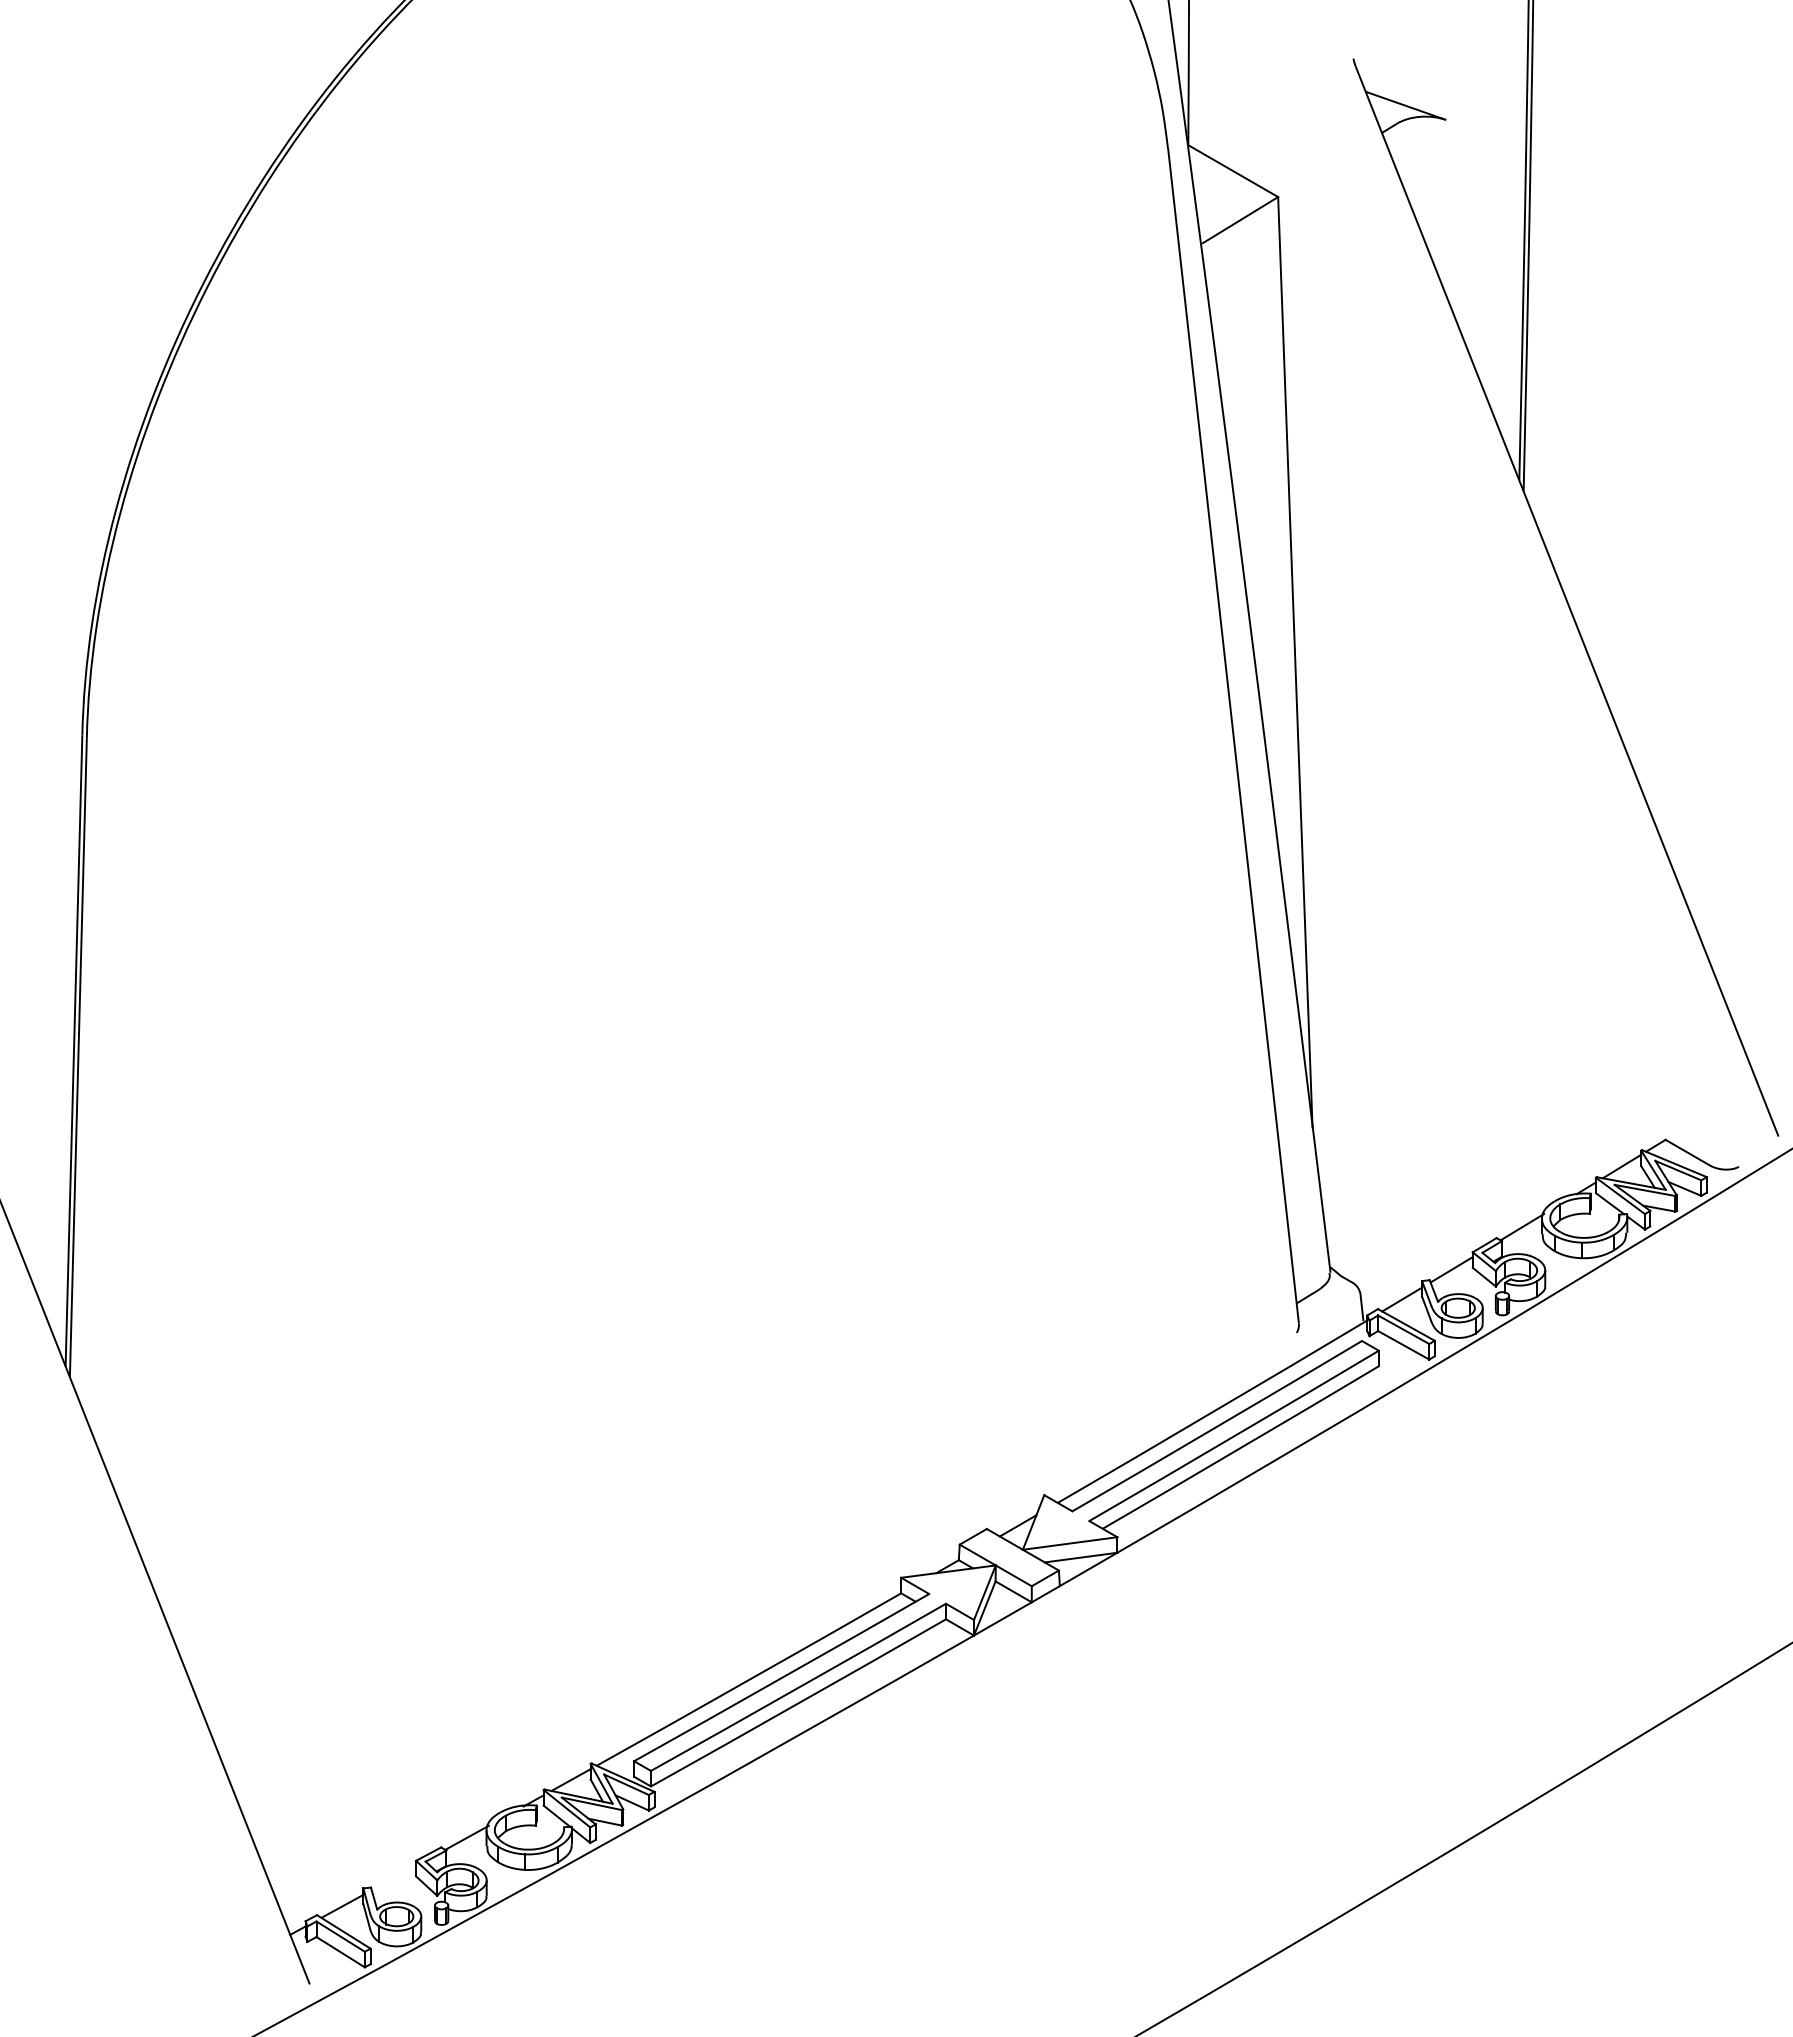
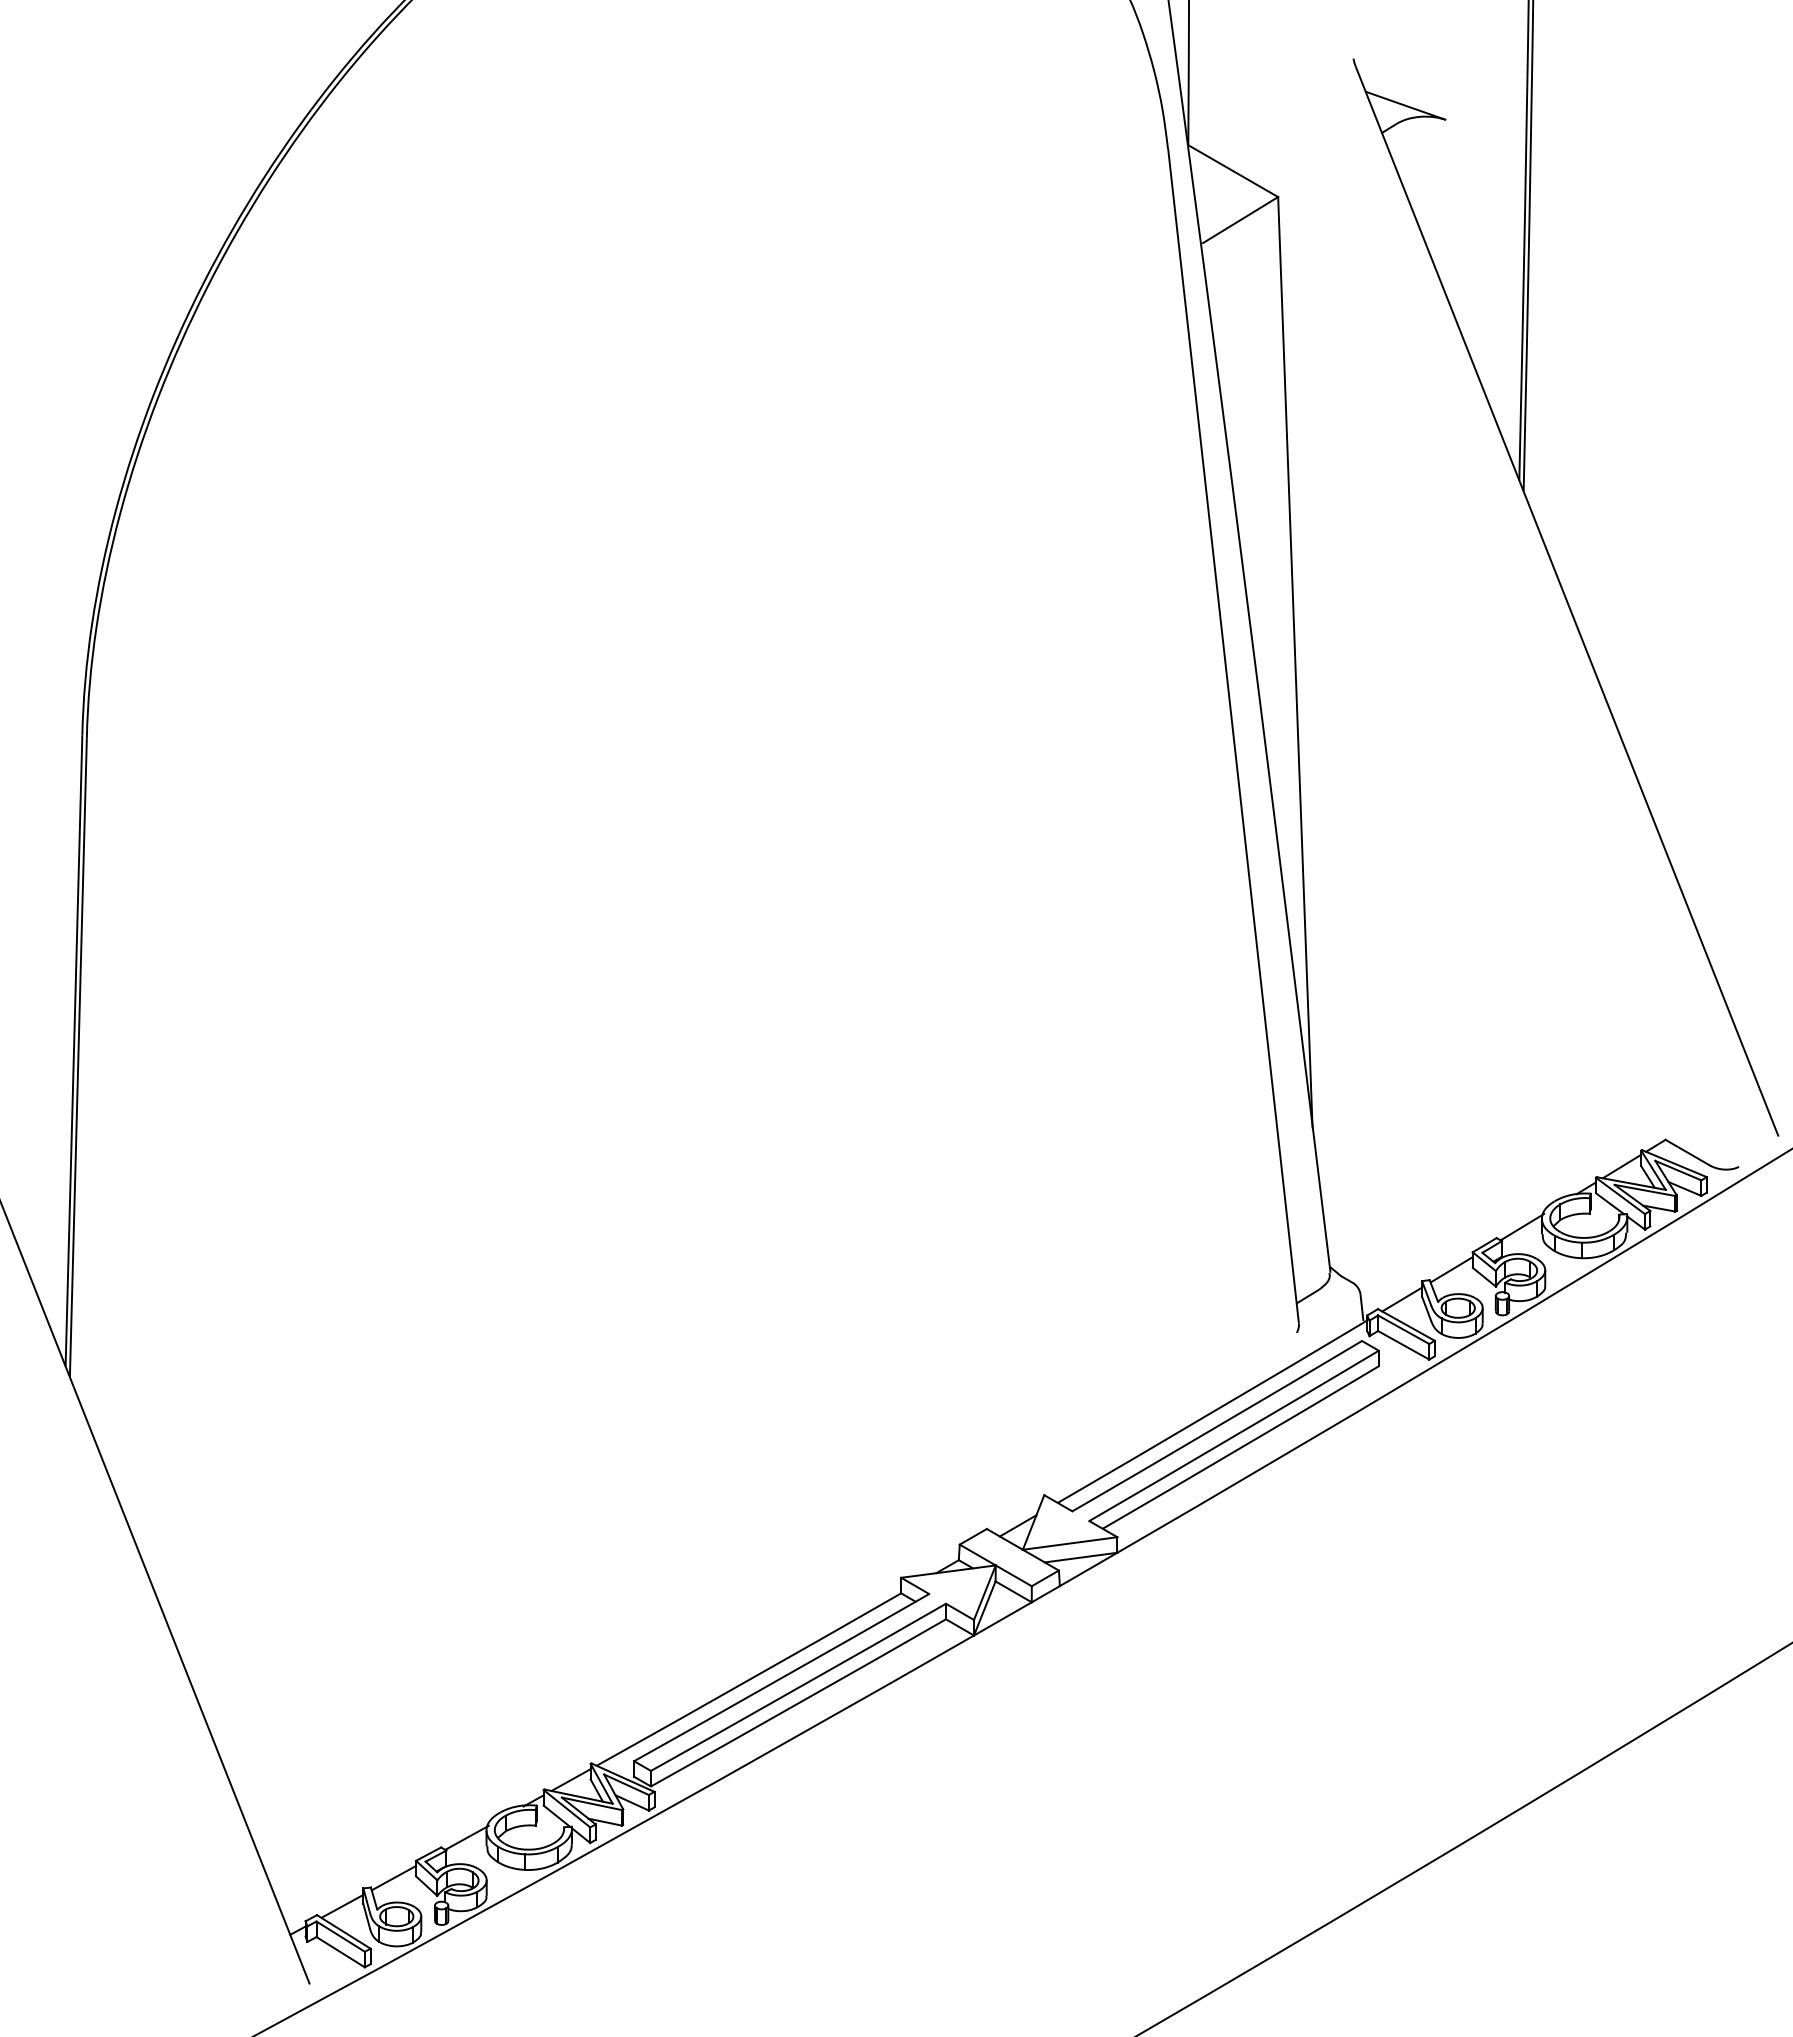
line at (393, 1877): none -> present
